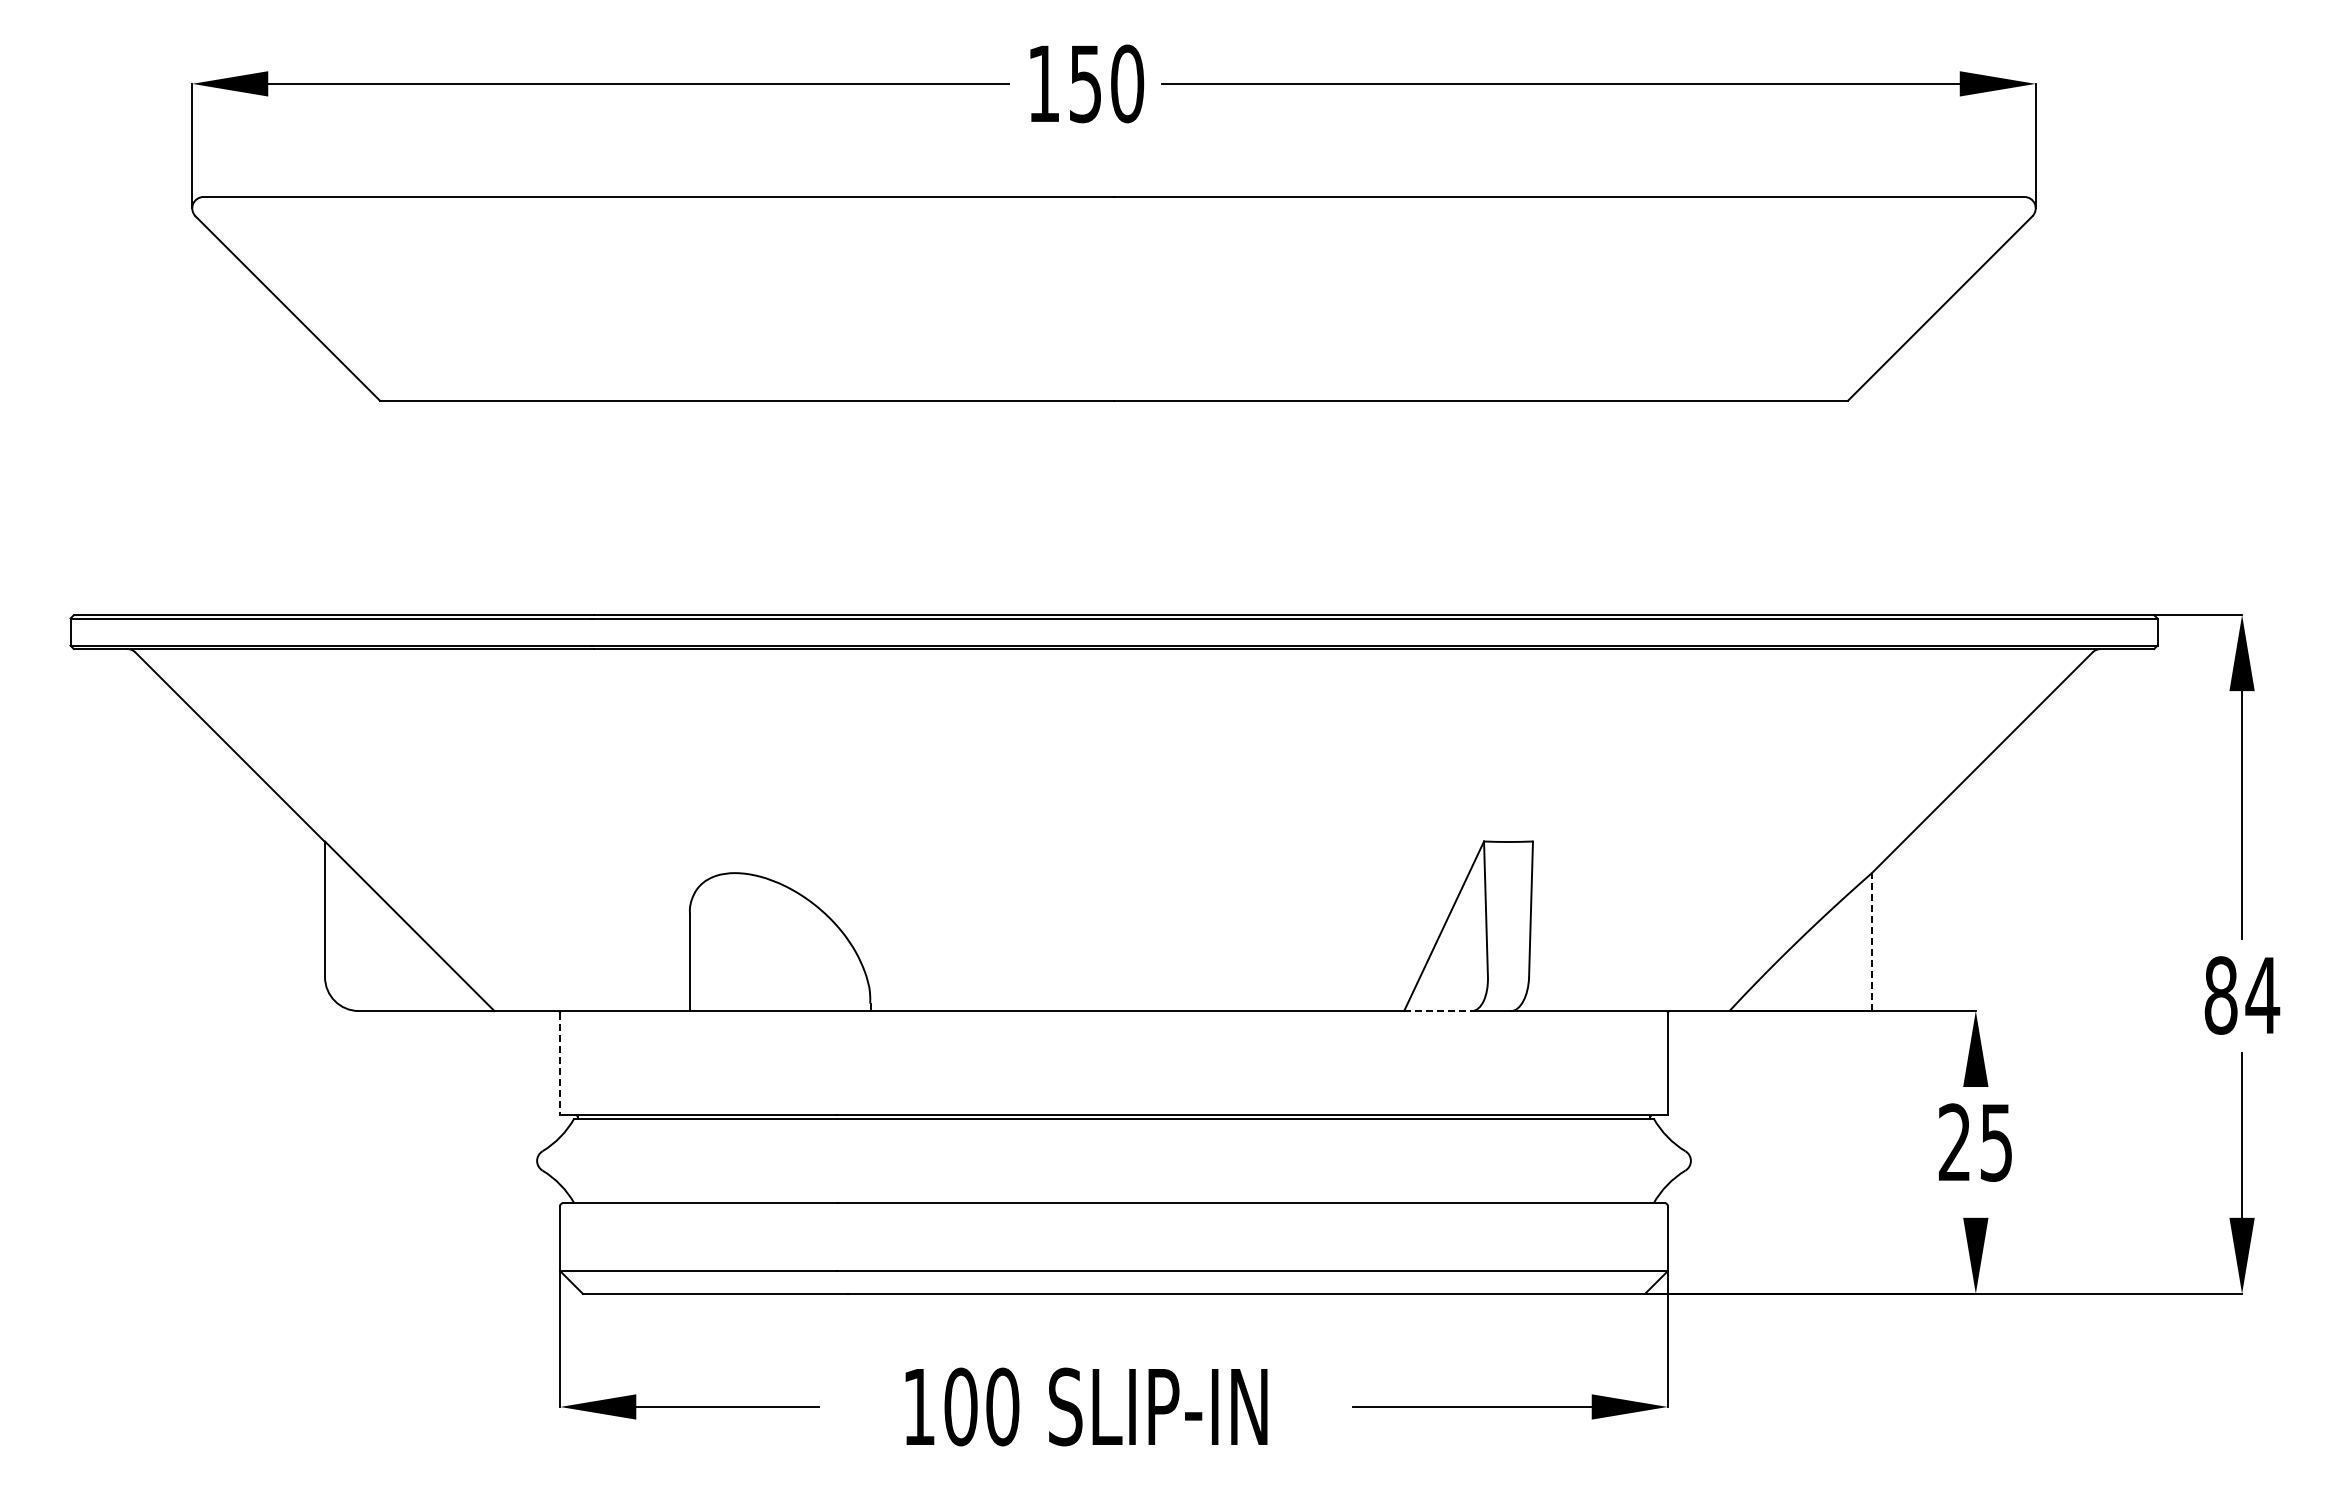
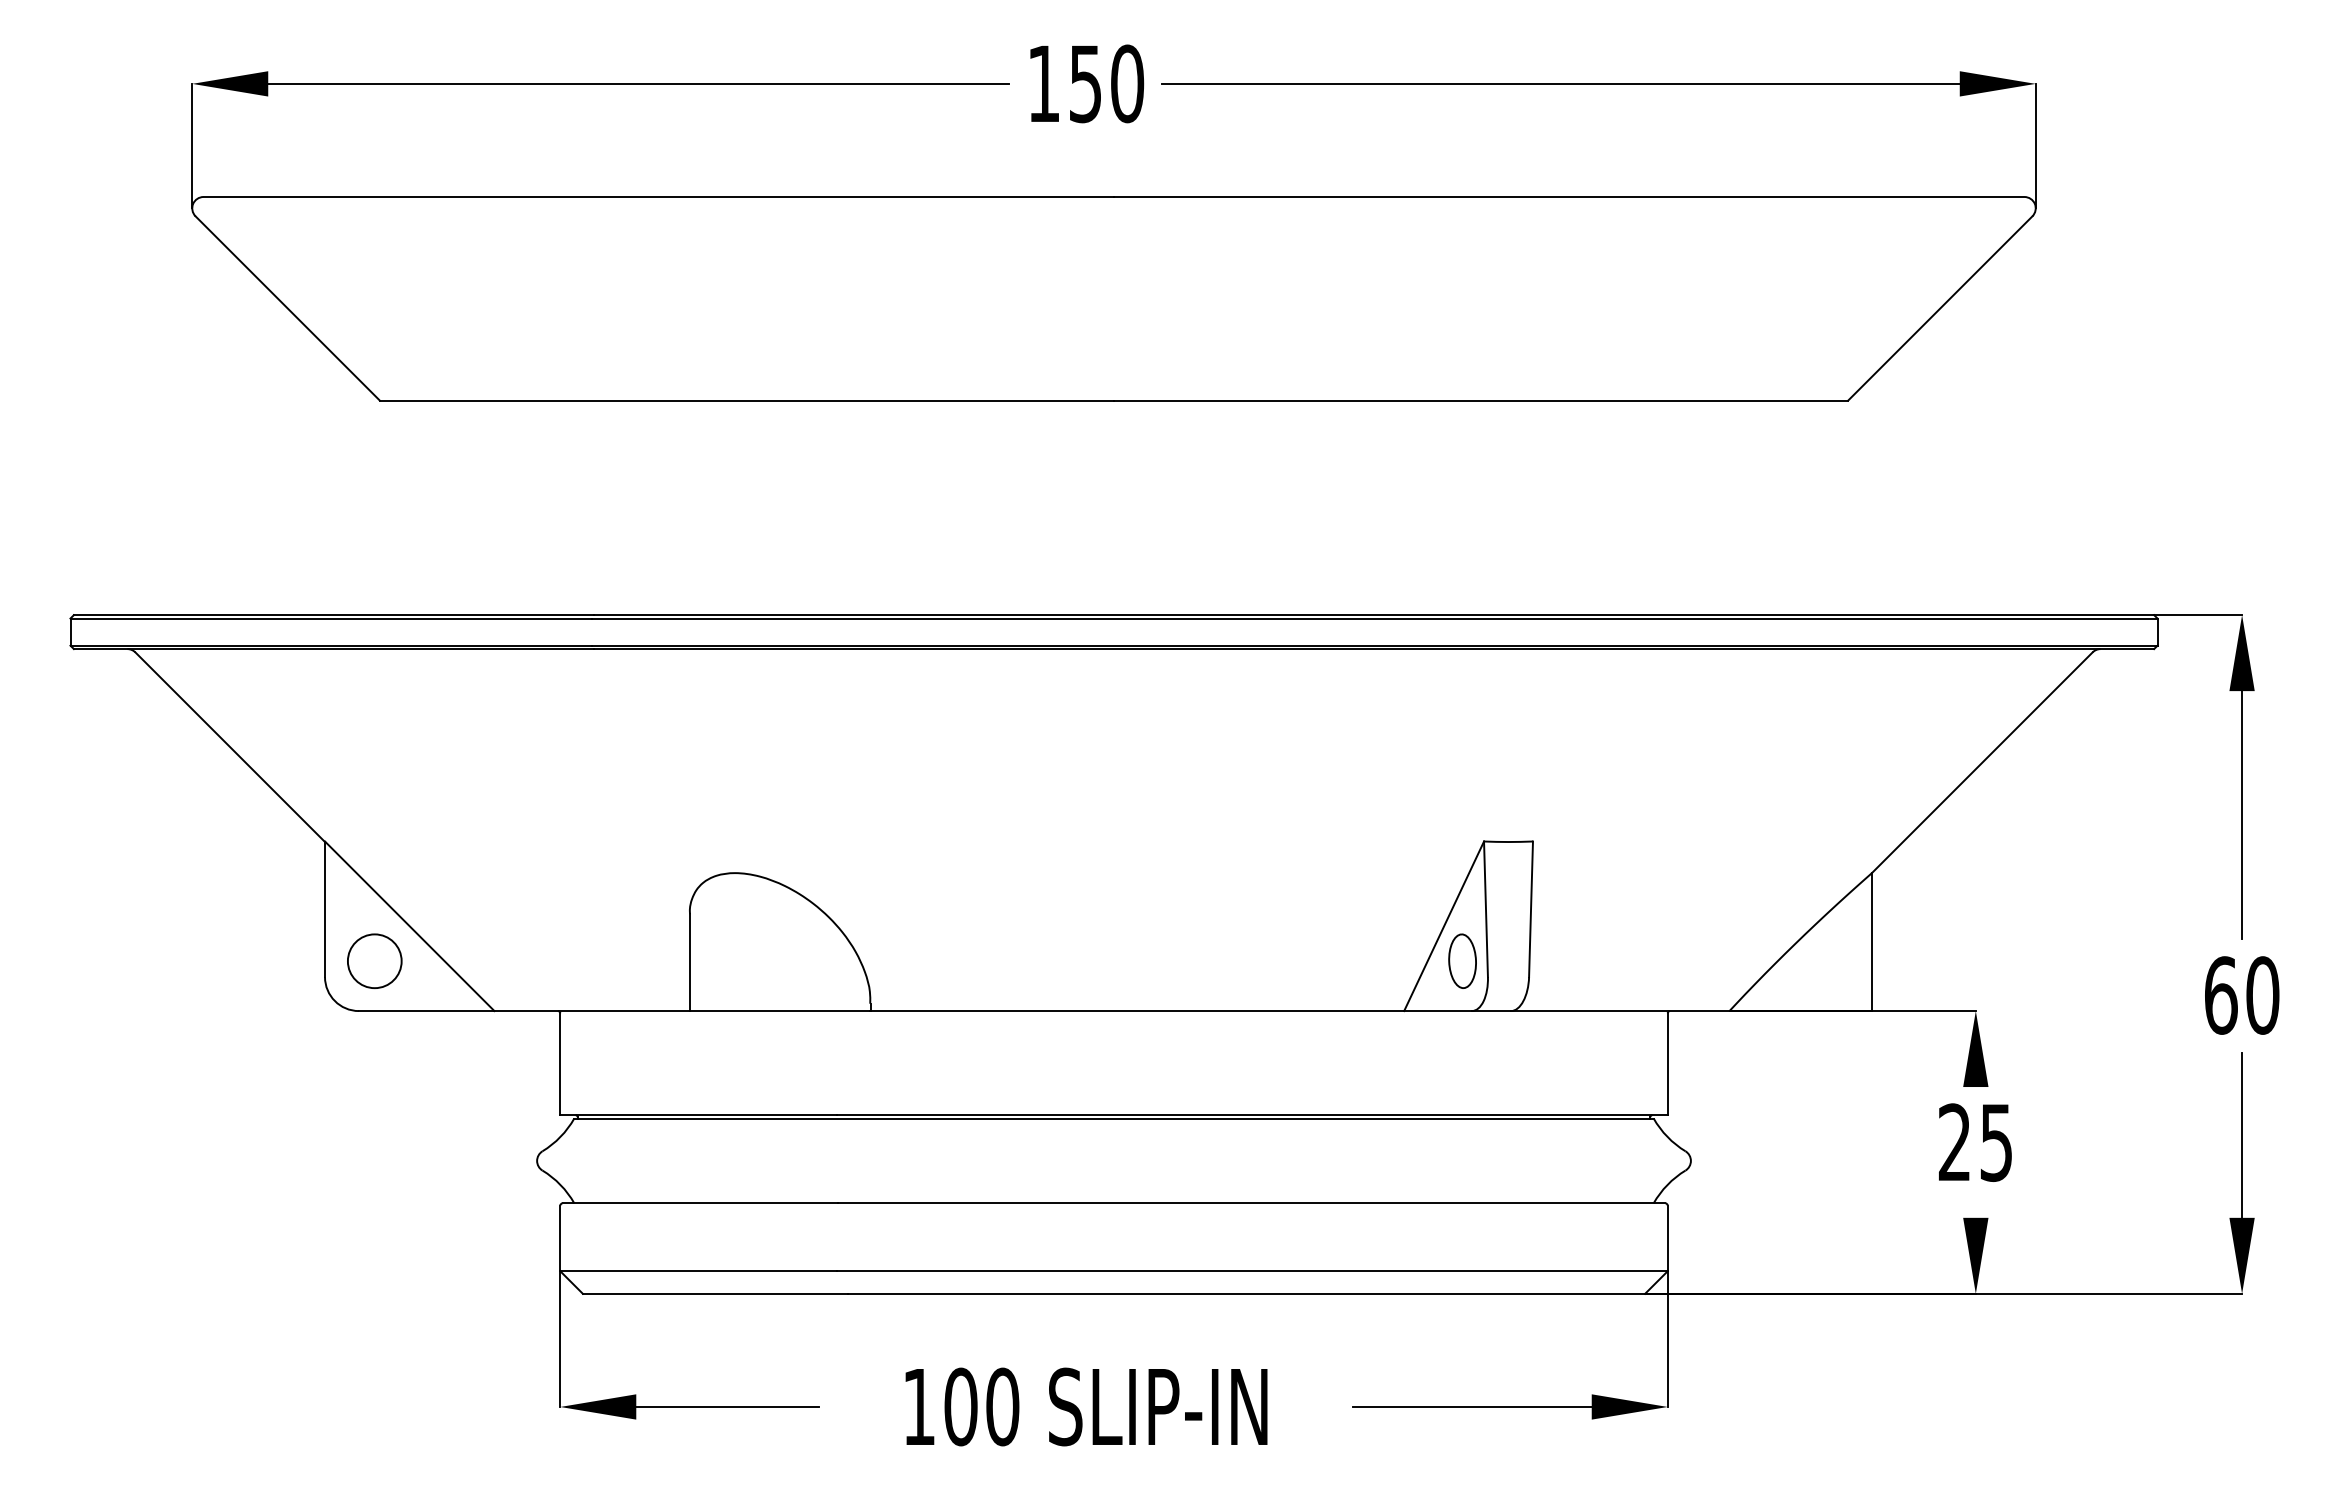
line at (1871, 942): dashed -> solid
circle at (374, 960): none -> present
part at (1462, 960): none -> present
text at (2242, 995): 84 -> 60
line at (1438, 1011): dashed -> solid
line at (560, 1064): dashed -> solid
